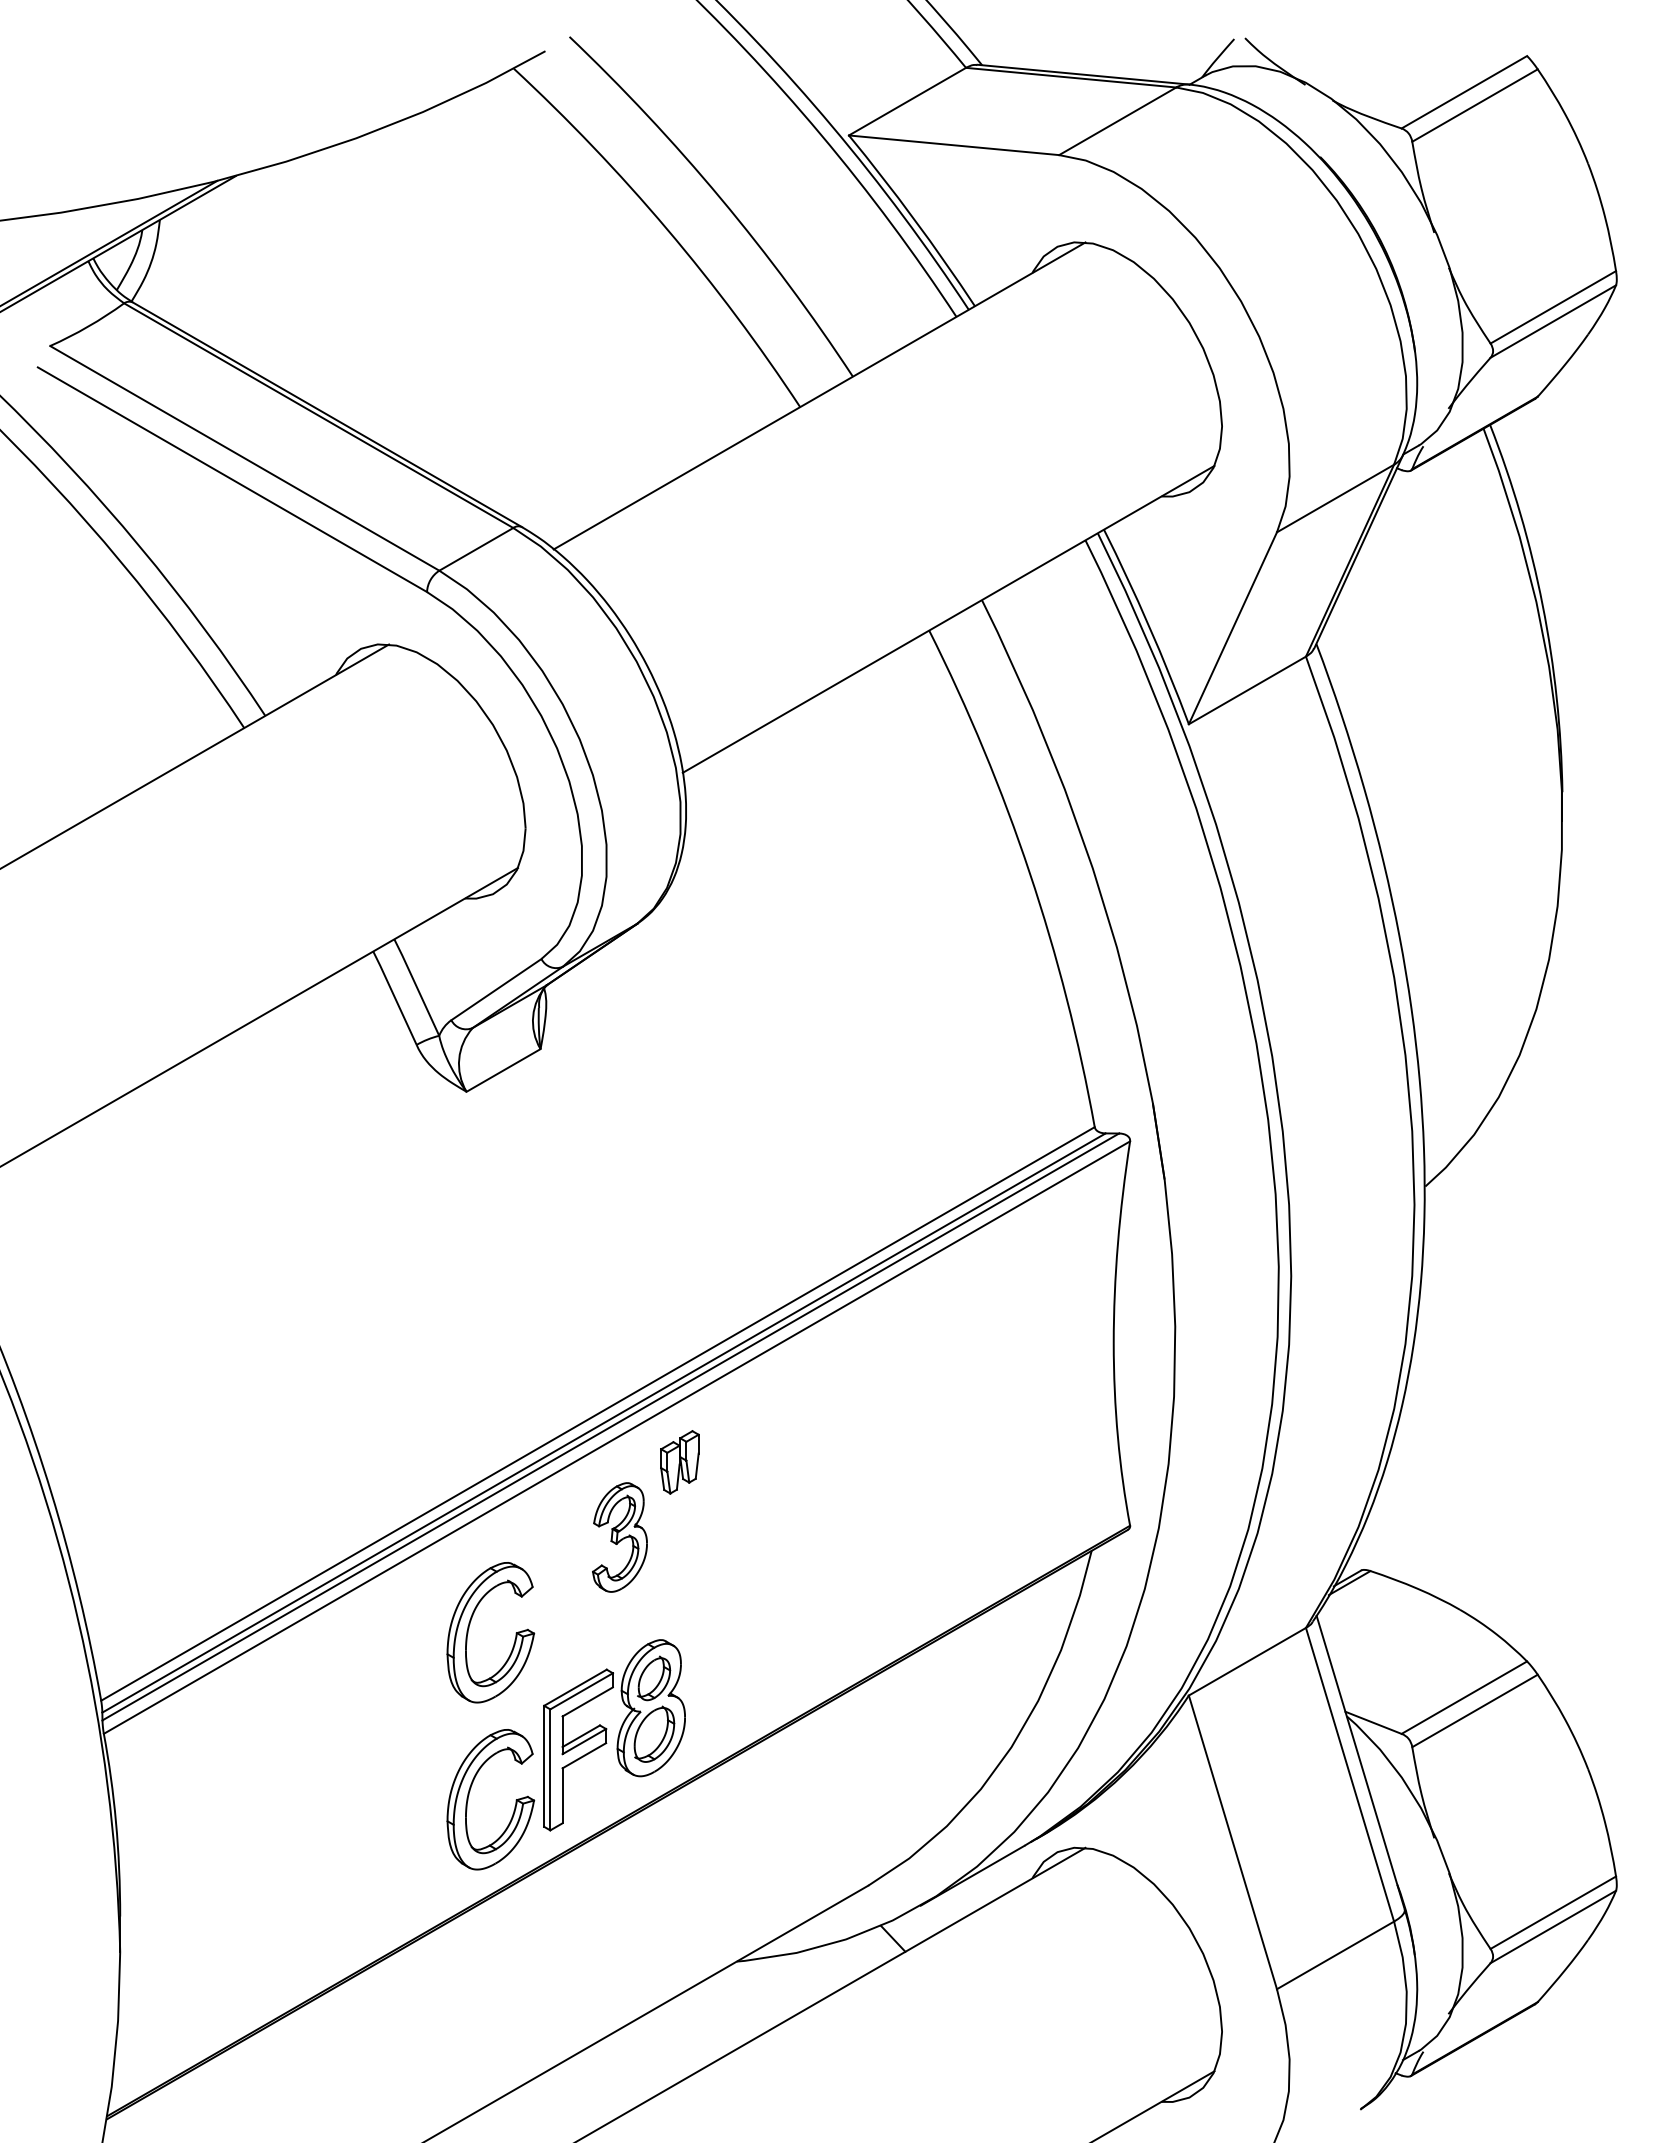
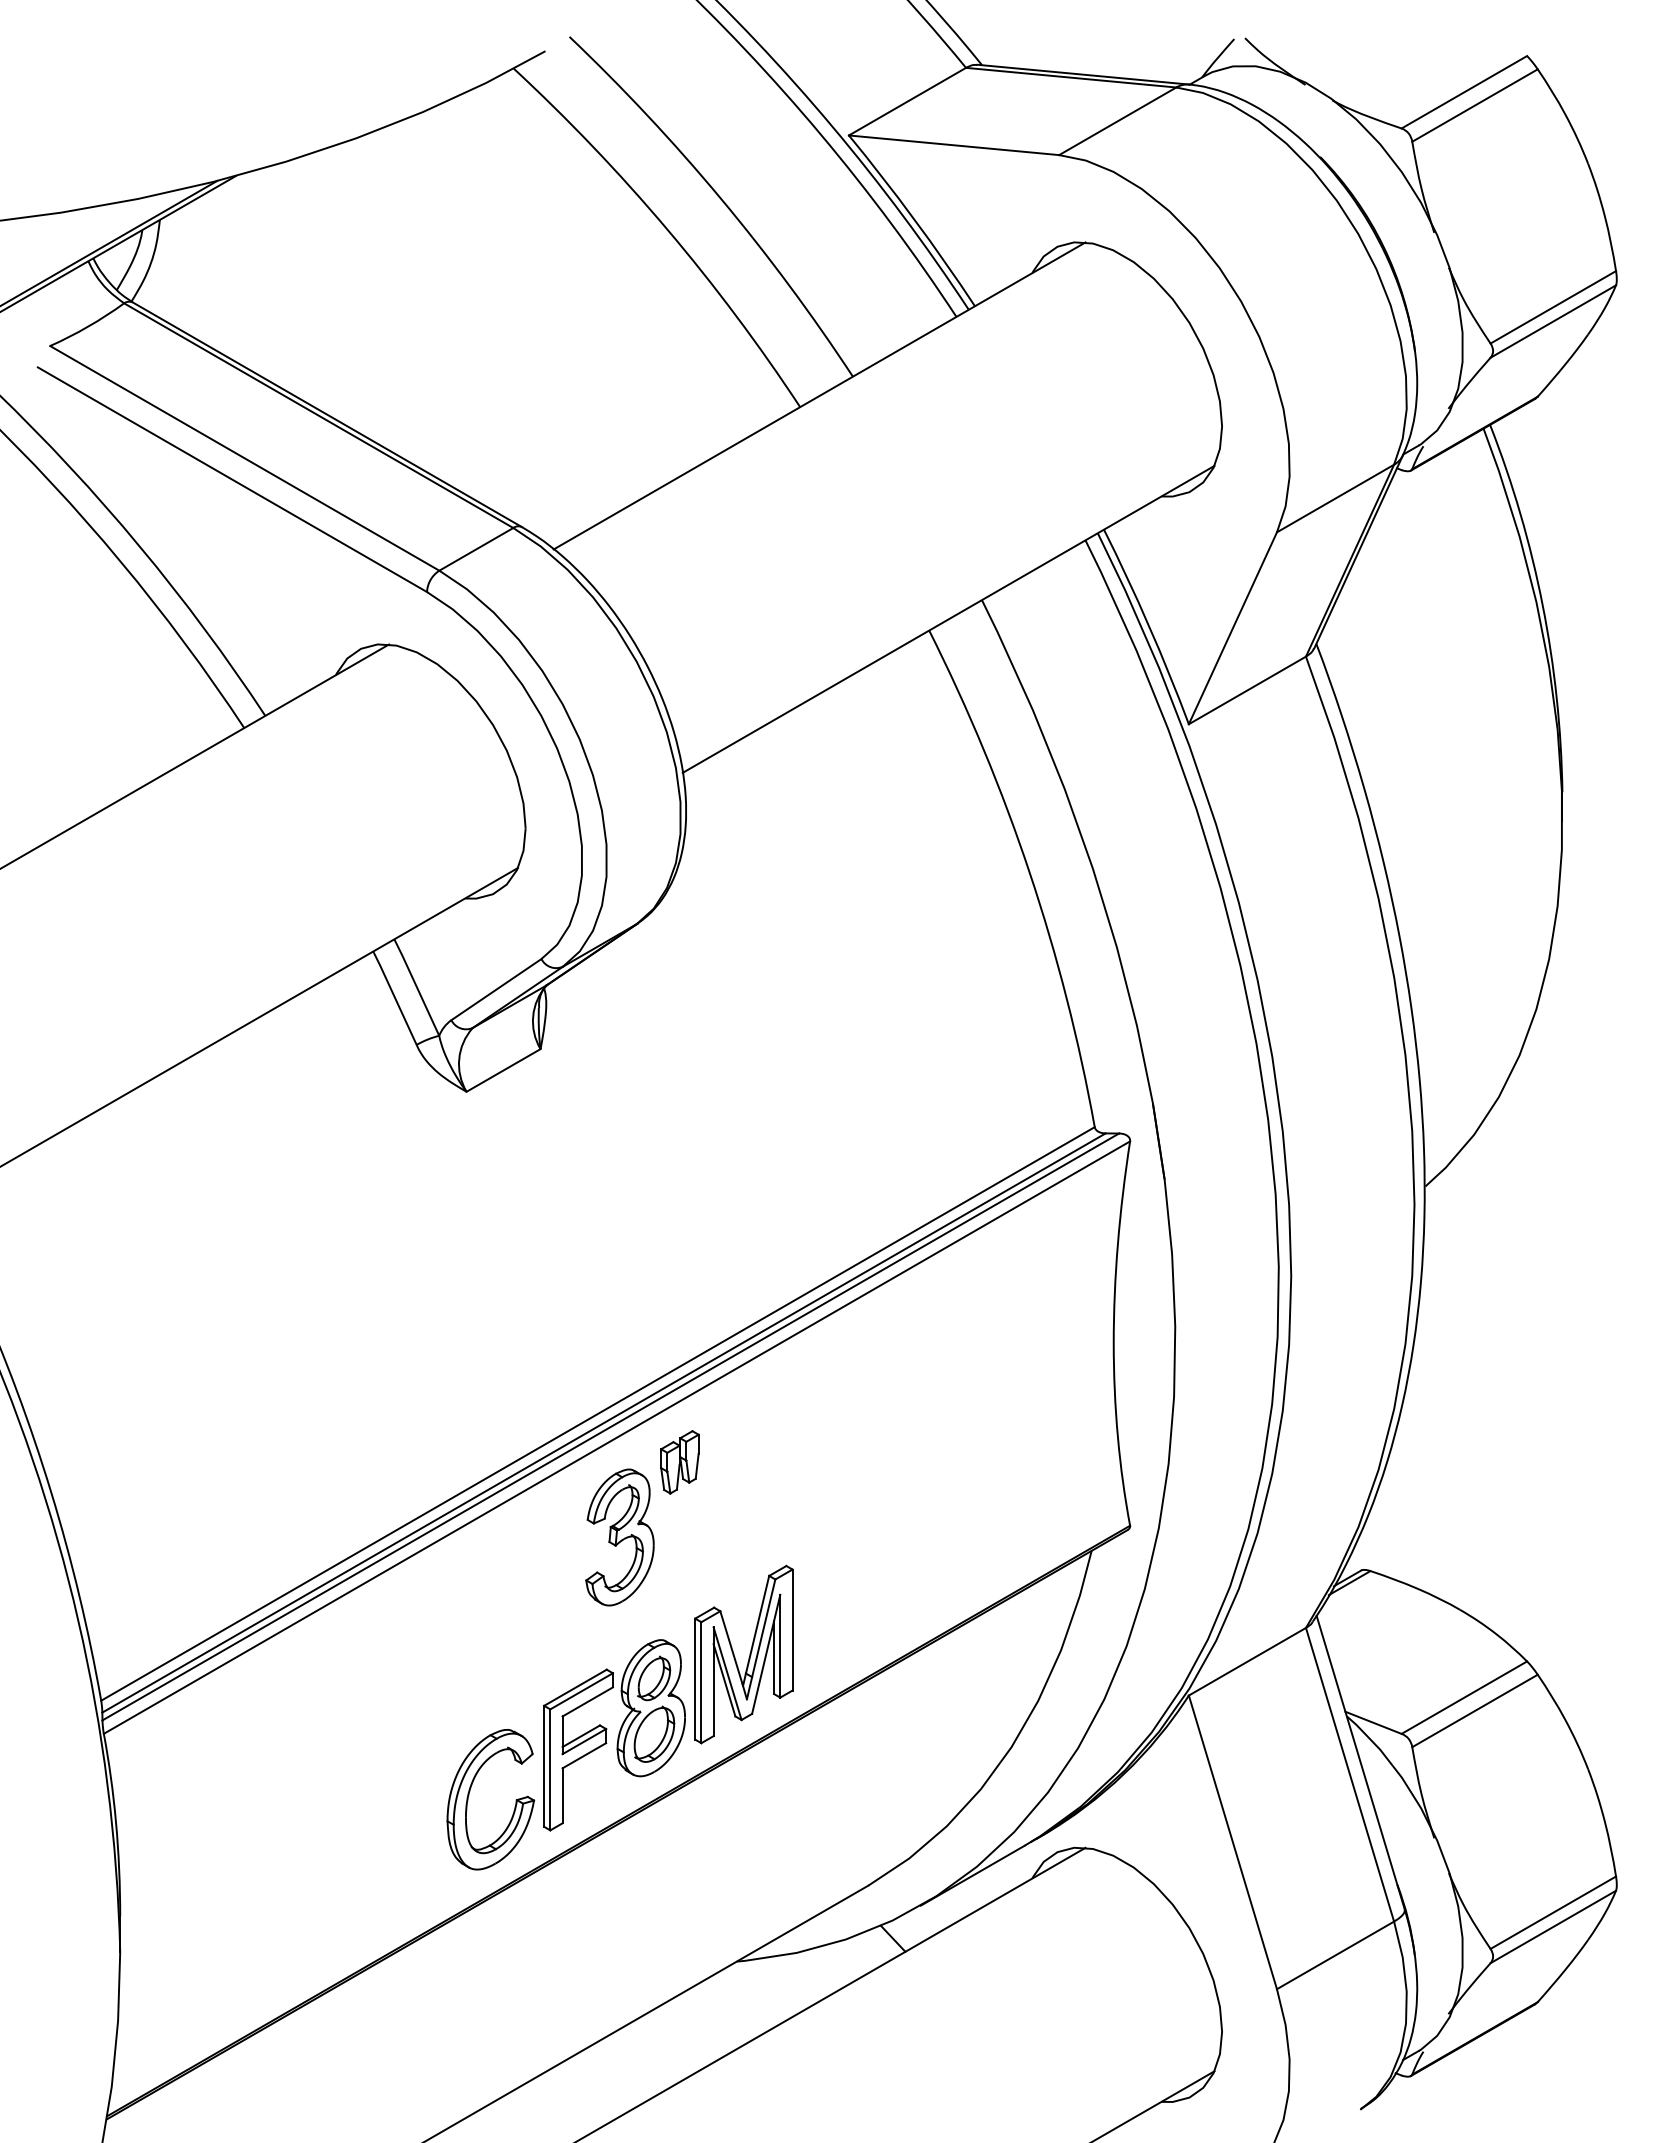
part at (619, 1537) size: 56x111 px -> 70x139 px
part at (469, 1628): present -> none
part at (743, 1654): none -> present
